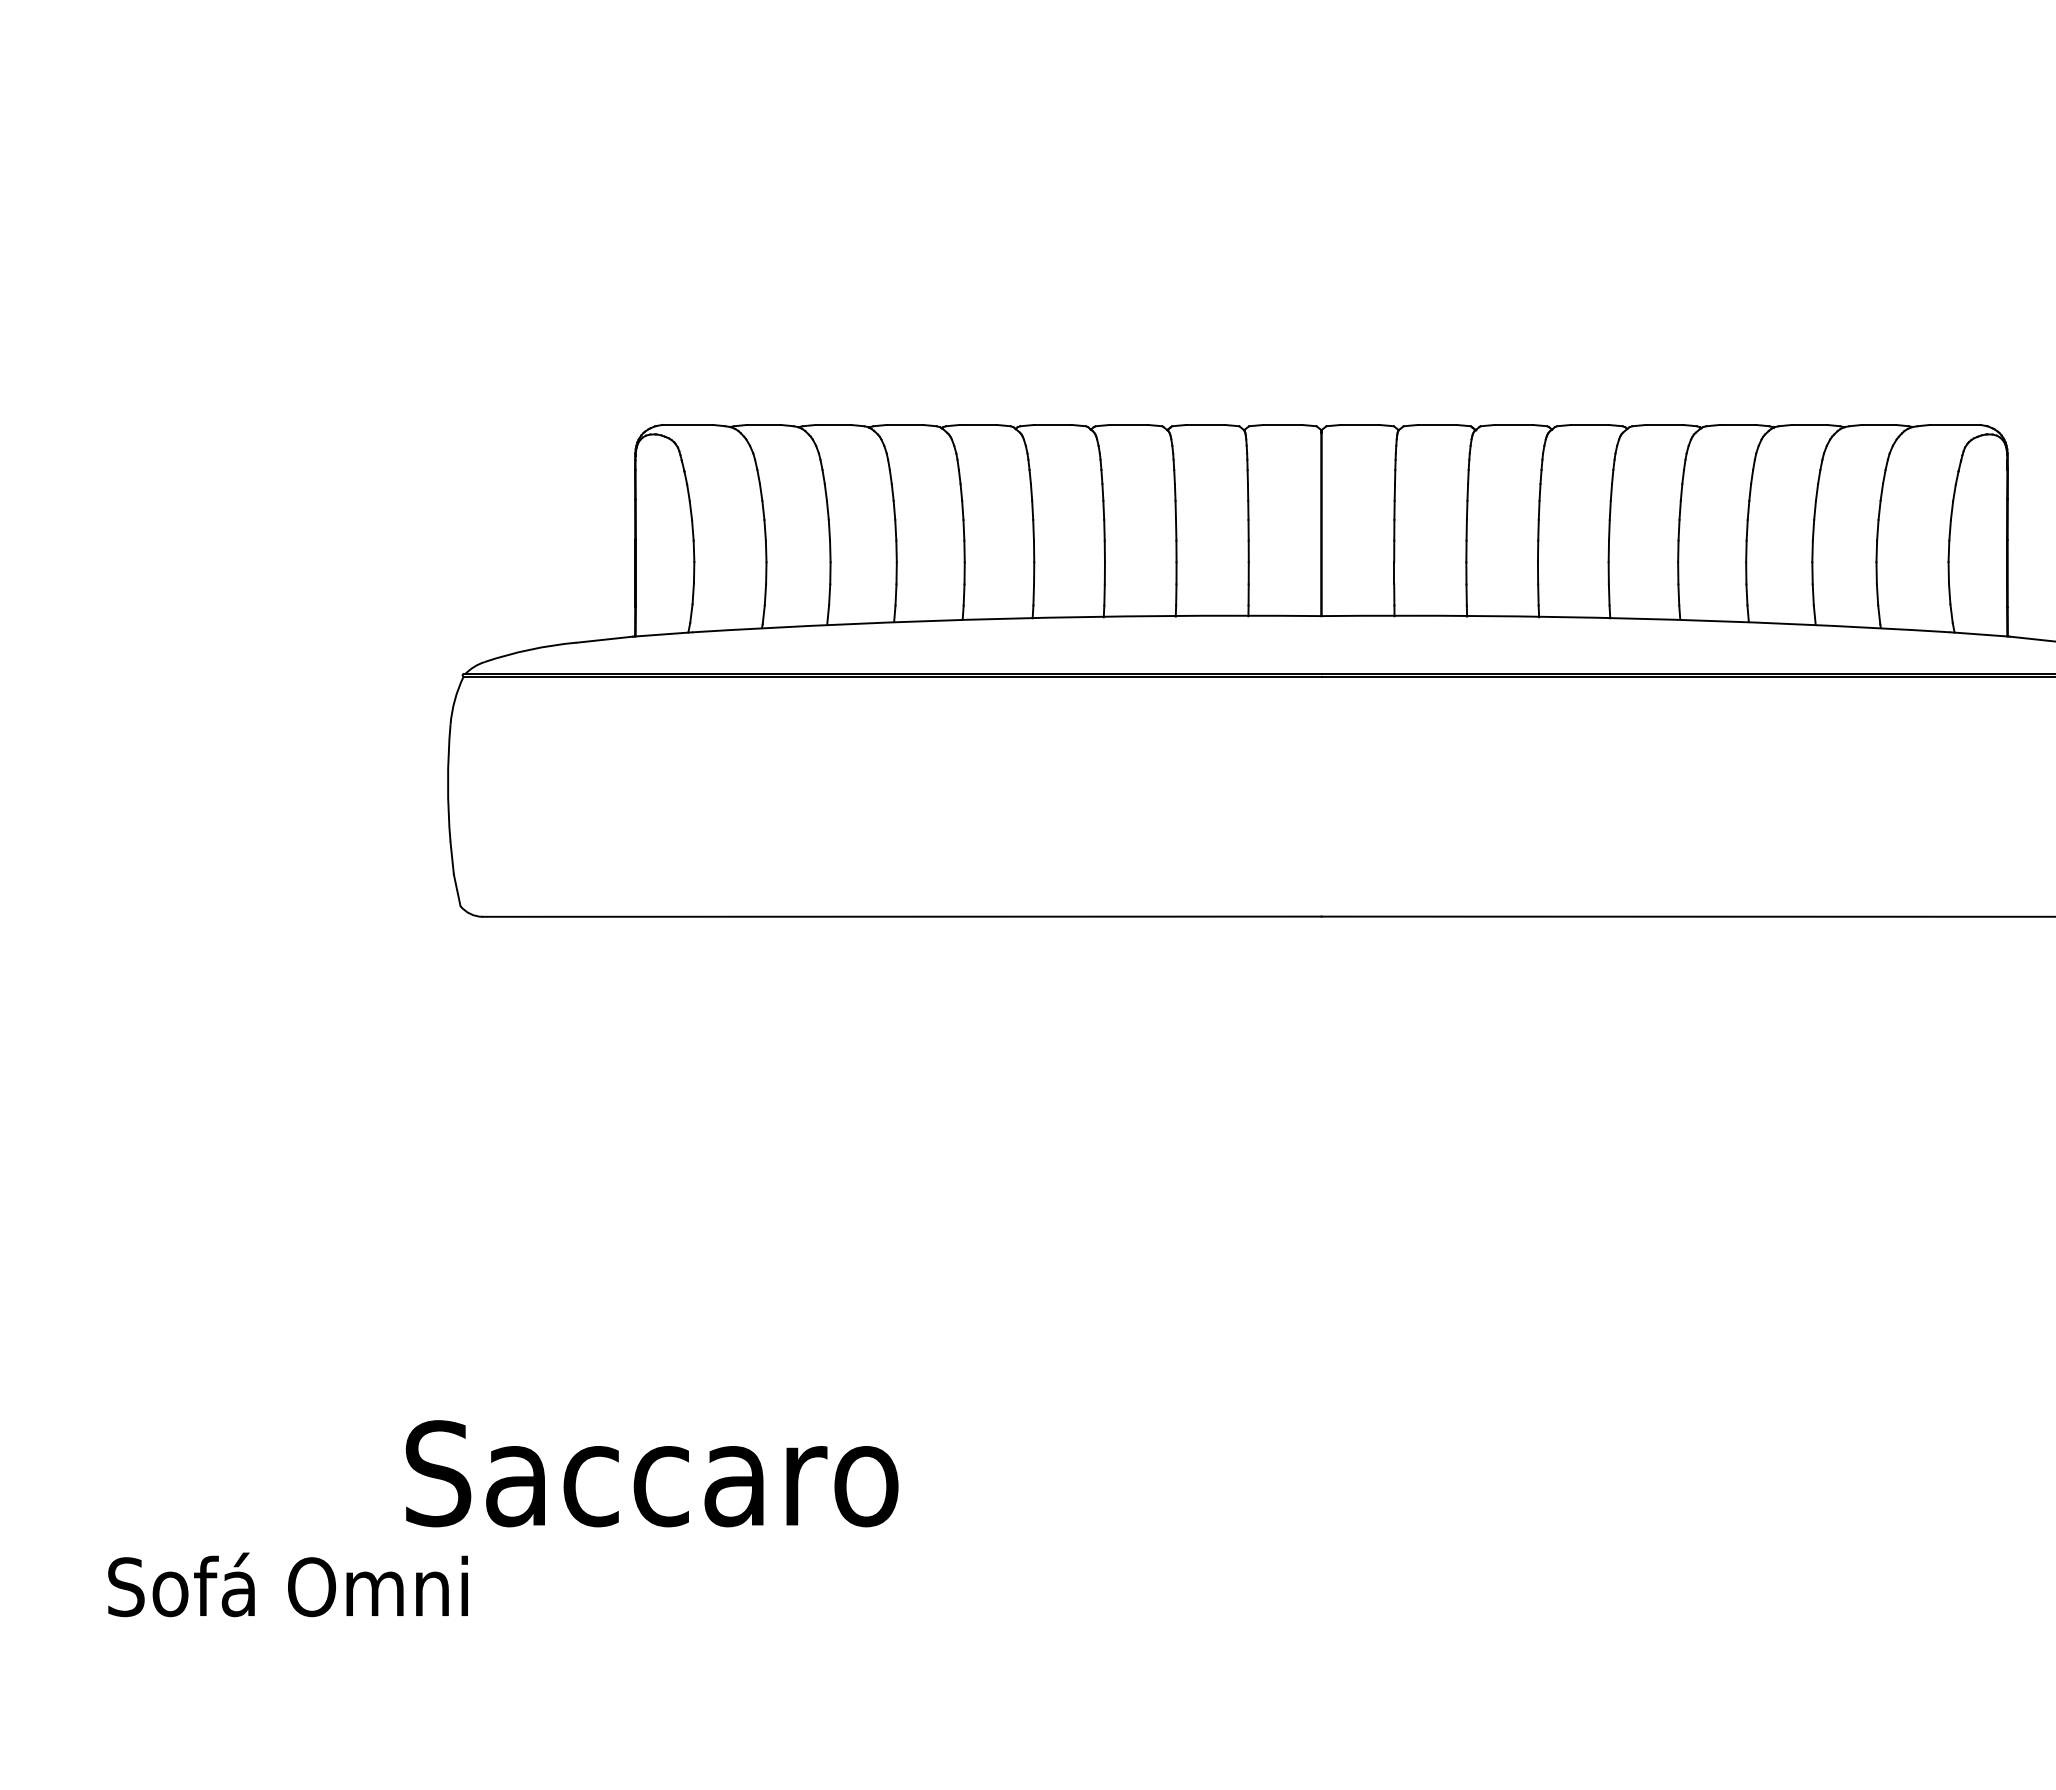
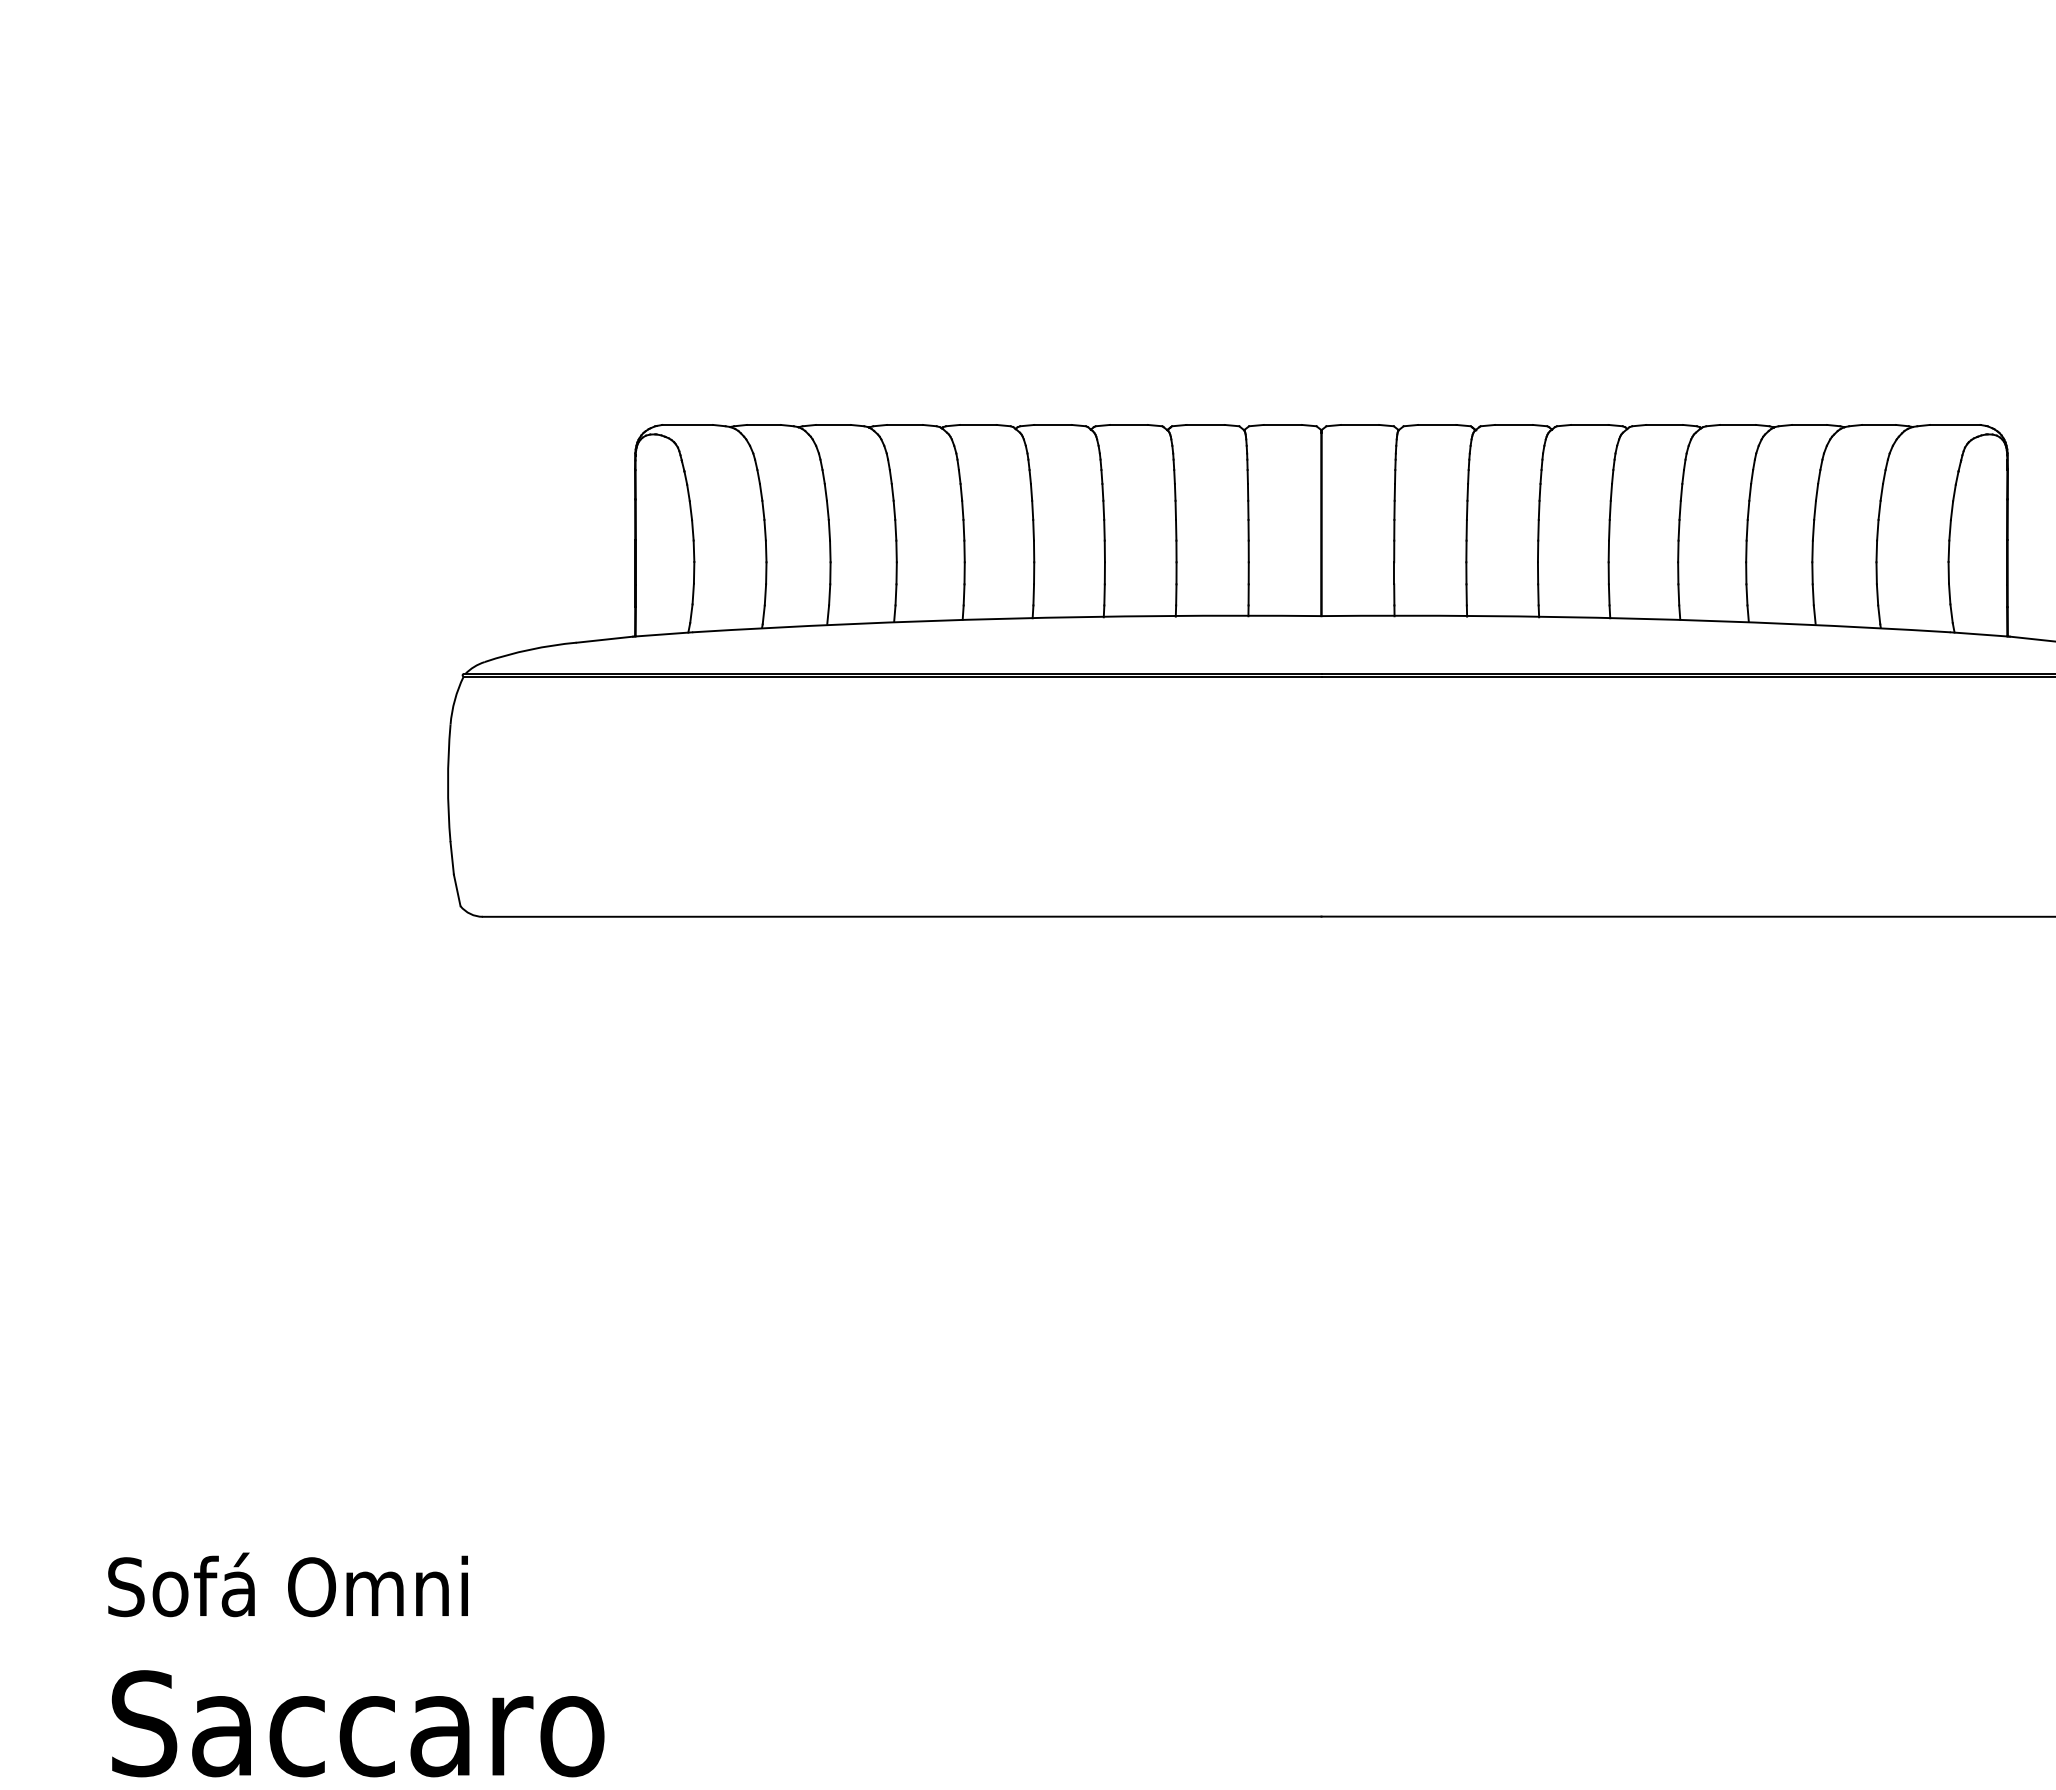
text at (651, 1473) position: (651, 1473) -> (357, 1723)
